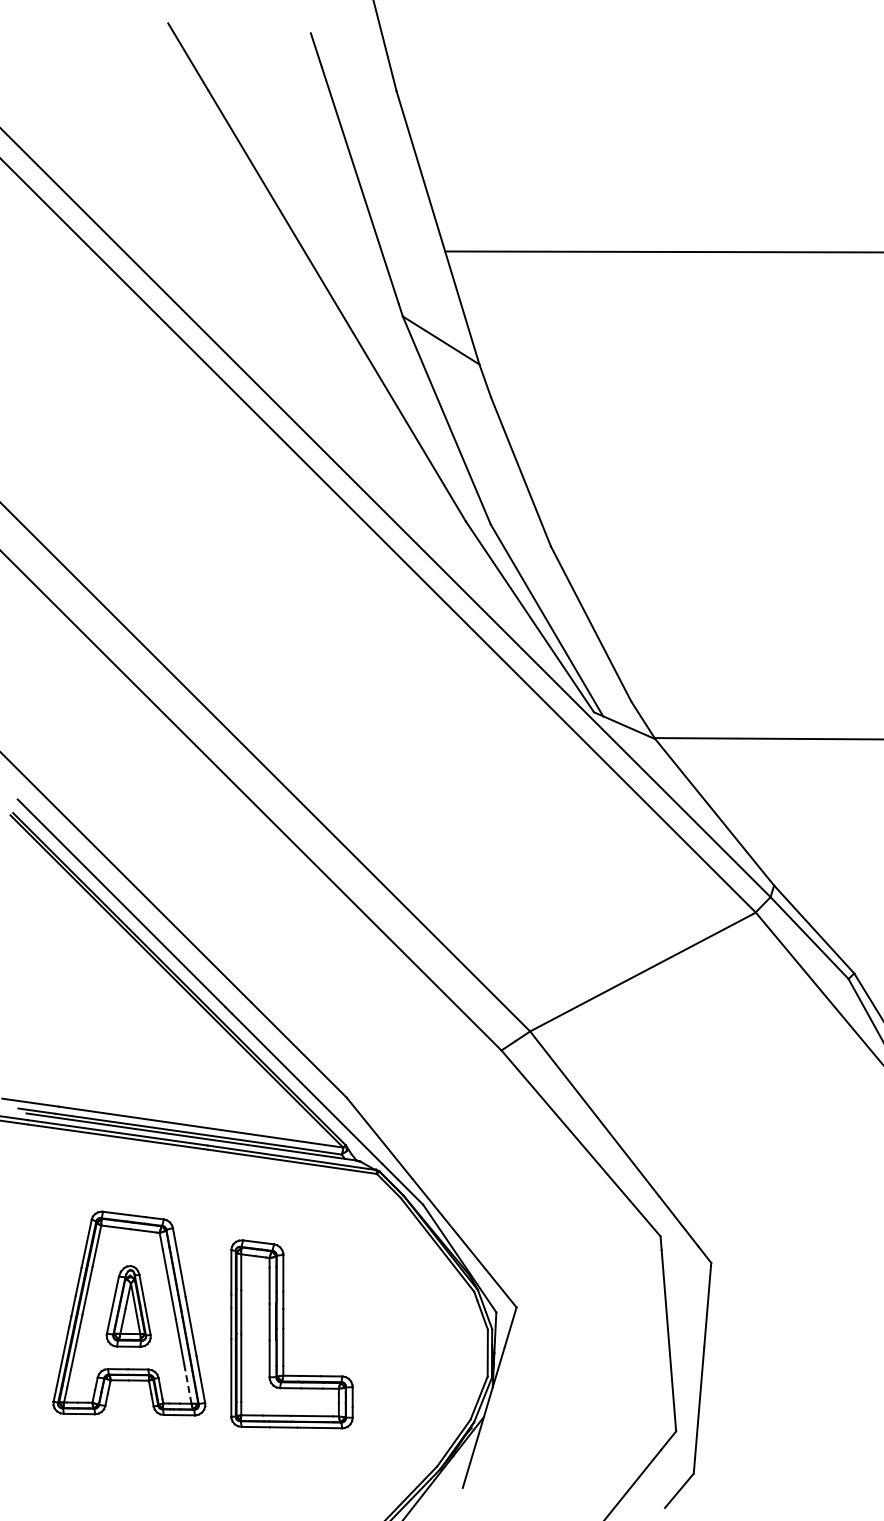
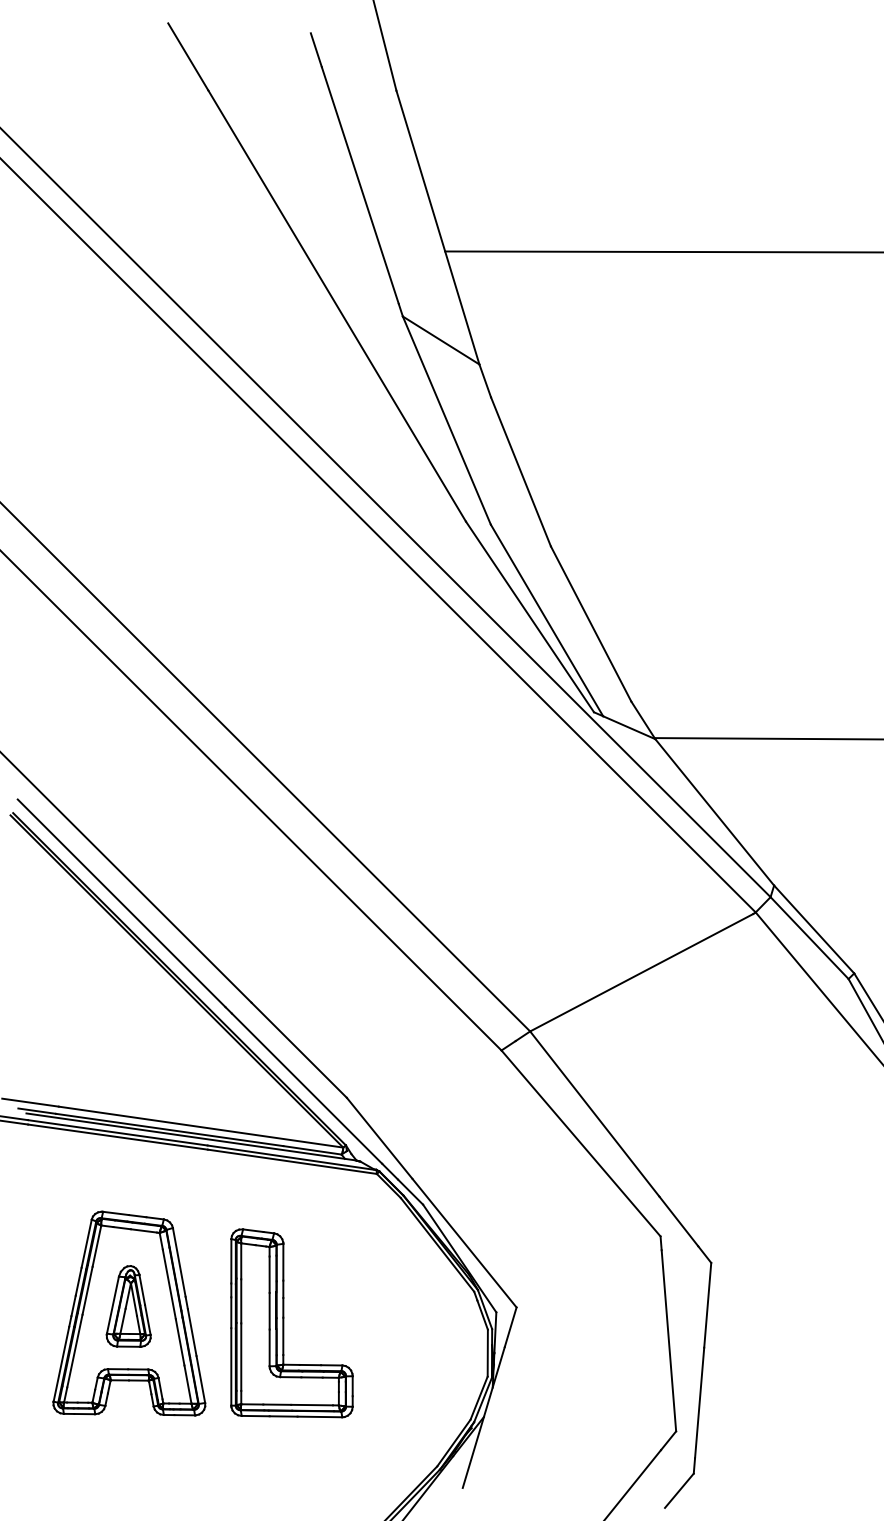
part at (284, 1334) position: (284, 1334) -> (284, 1323)
line at (187, 1384): dashed -> solid
